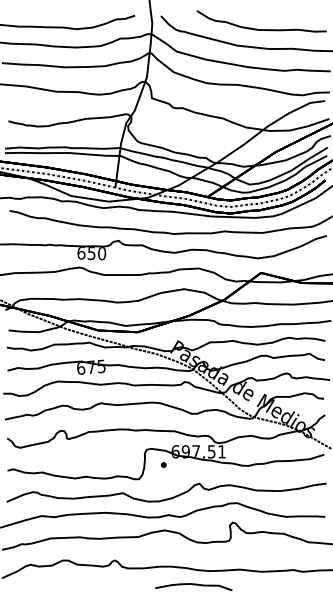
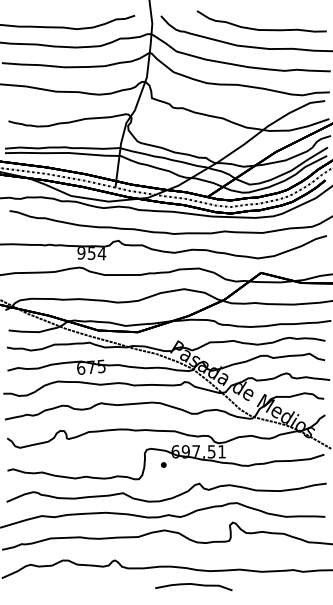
text at (91, 253): 650 -> 954
